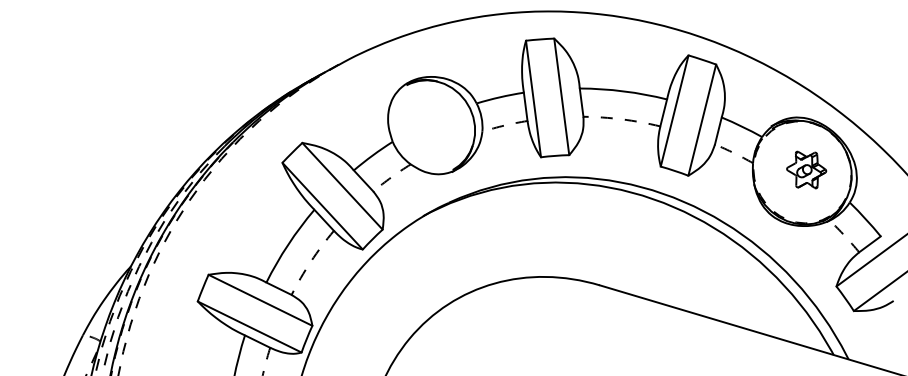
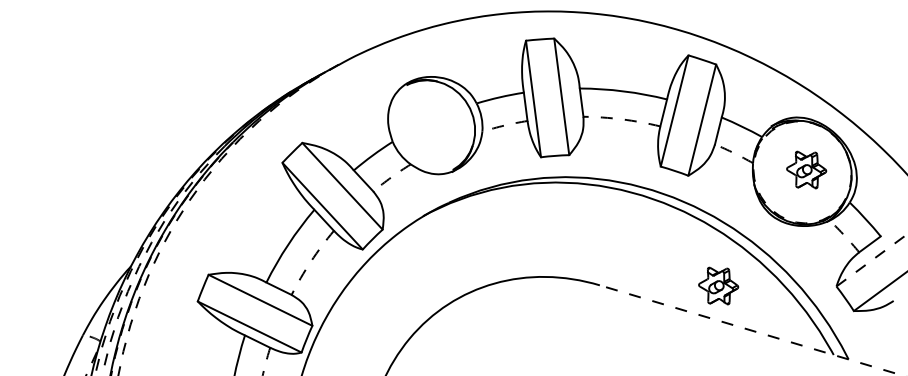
line at (872, 259): solid -> dashed
part at (718, 285): none -> present
line at (751, 330): solid -> dashed
